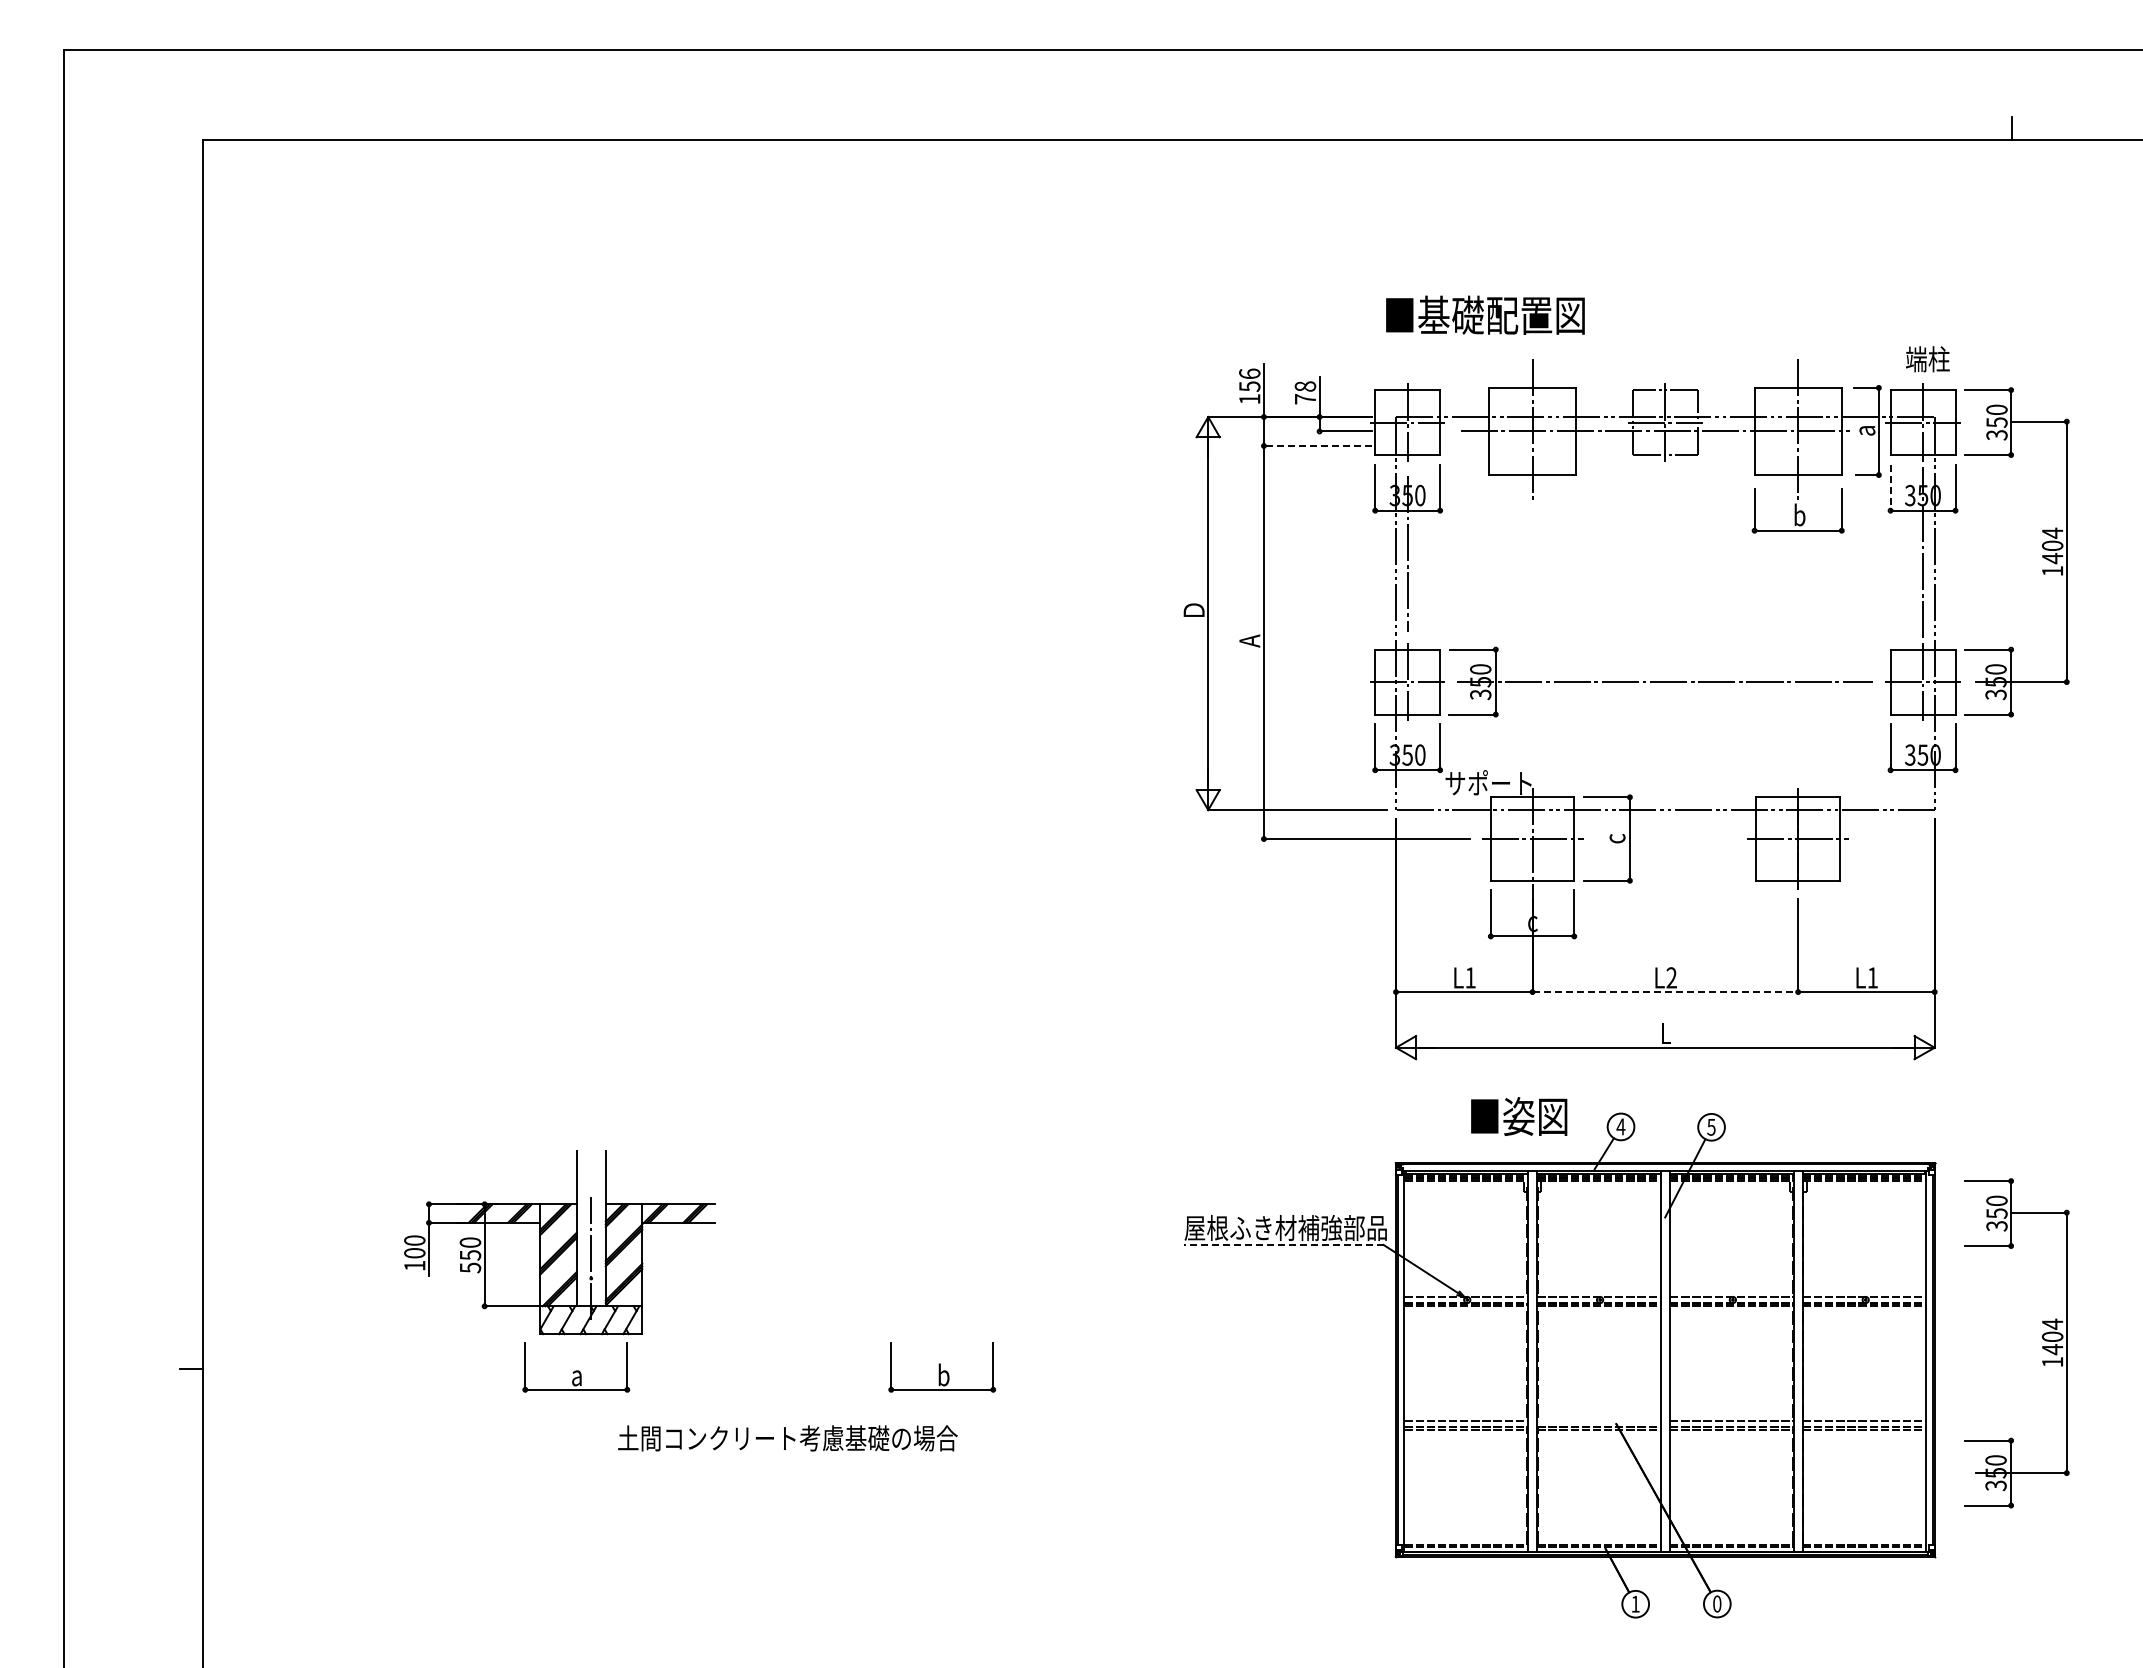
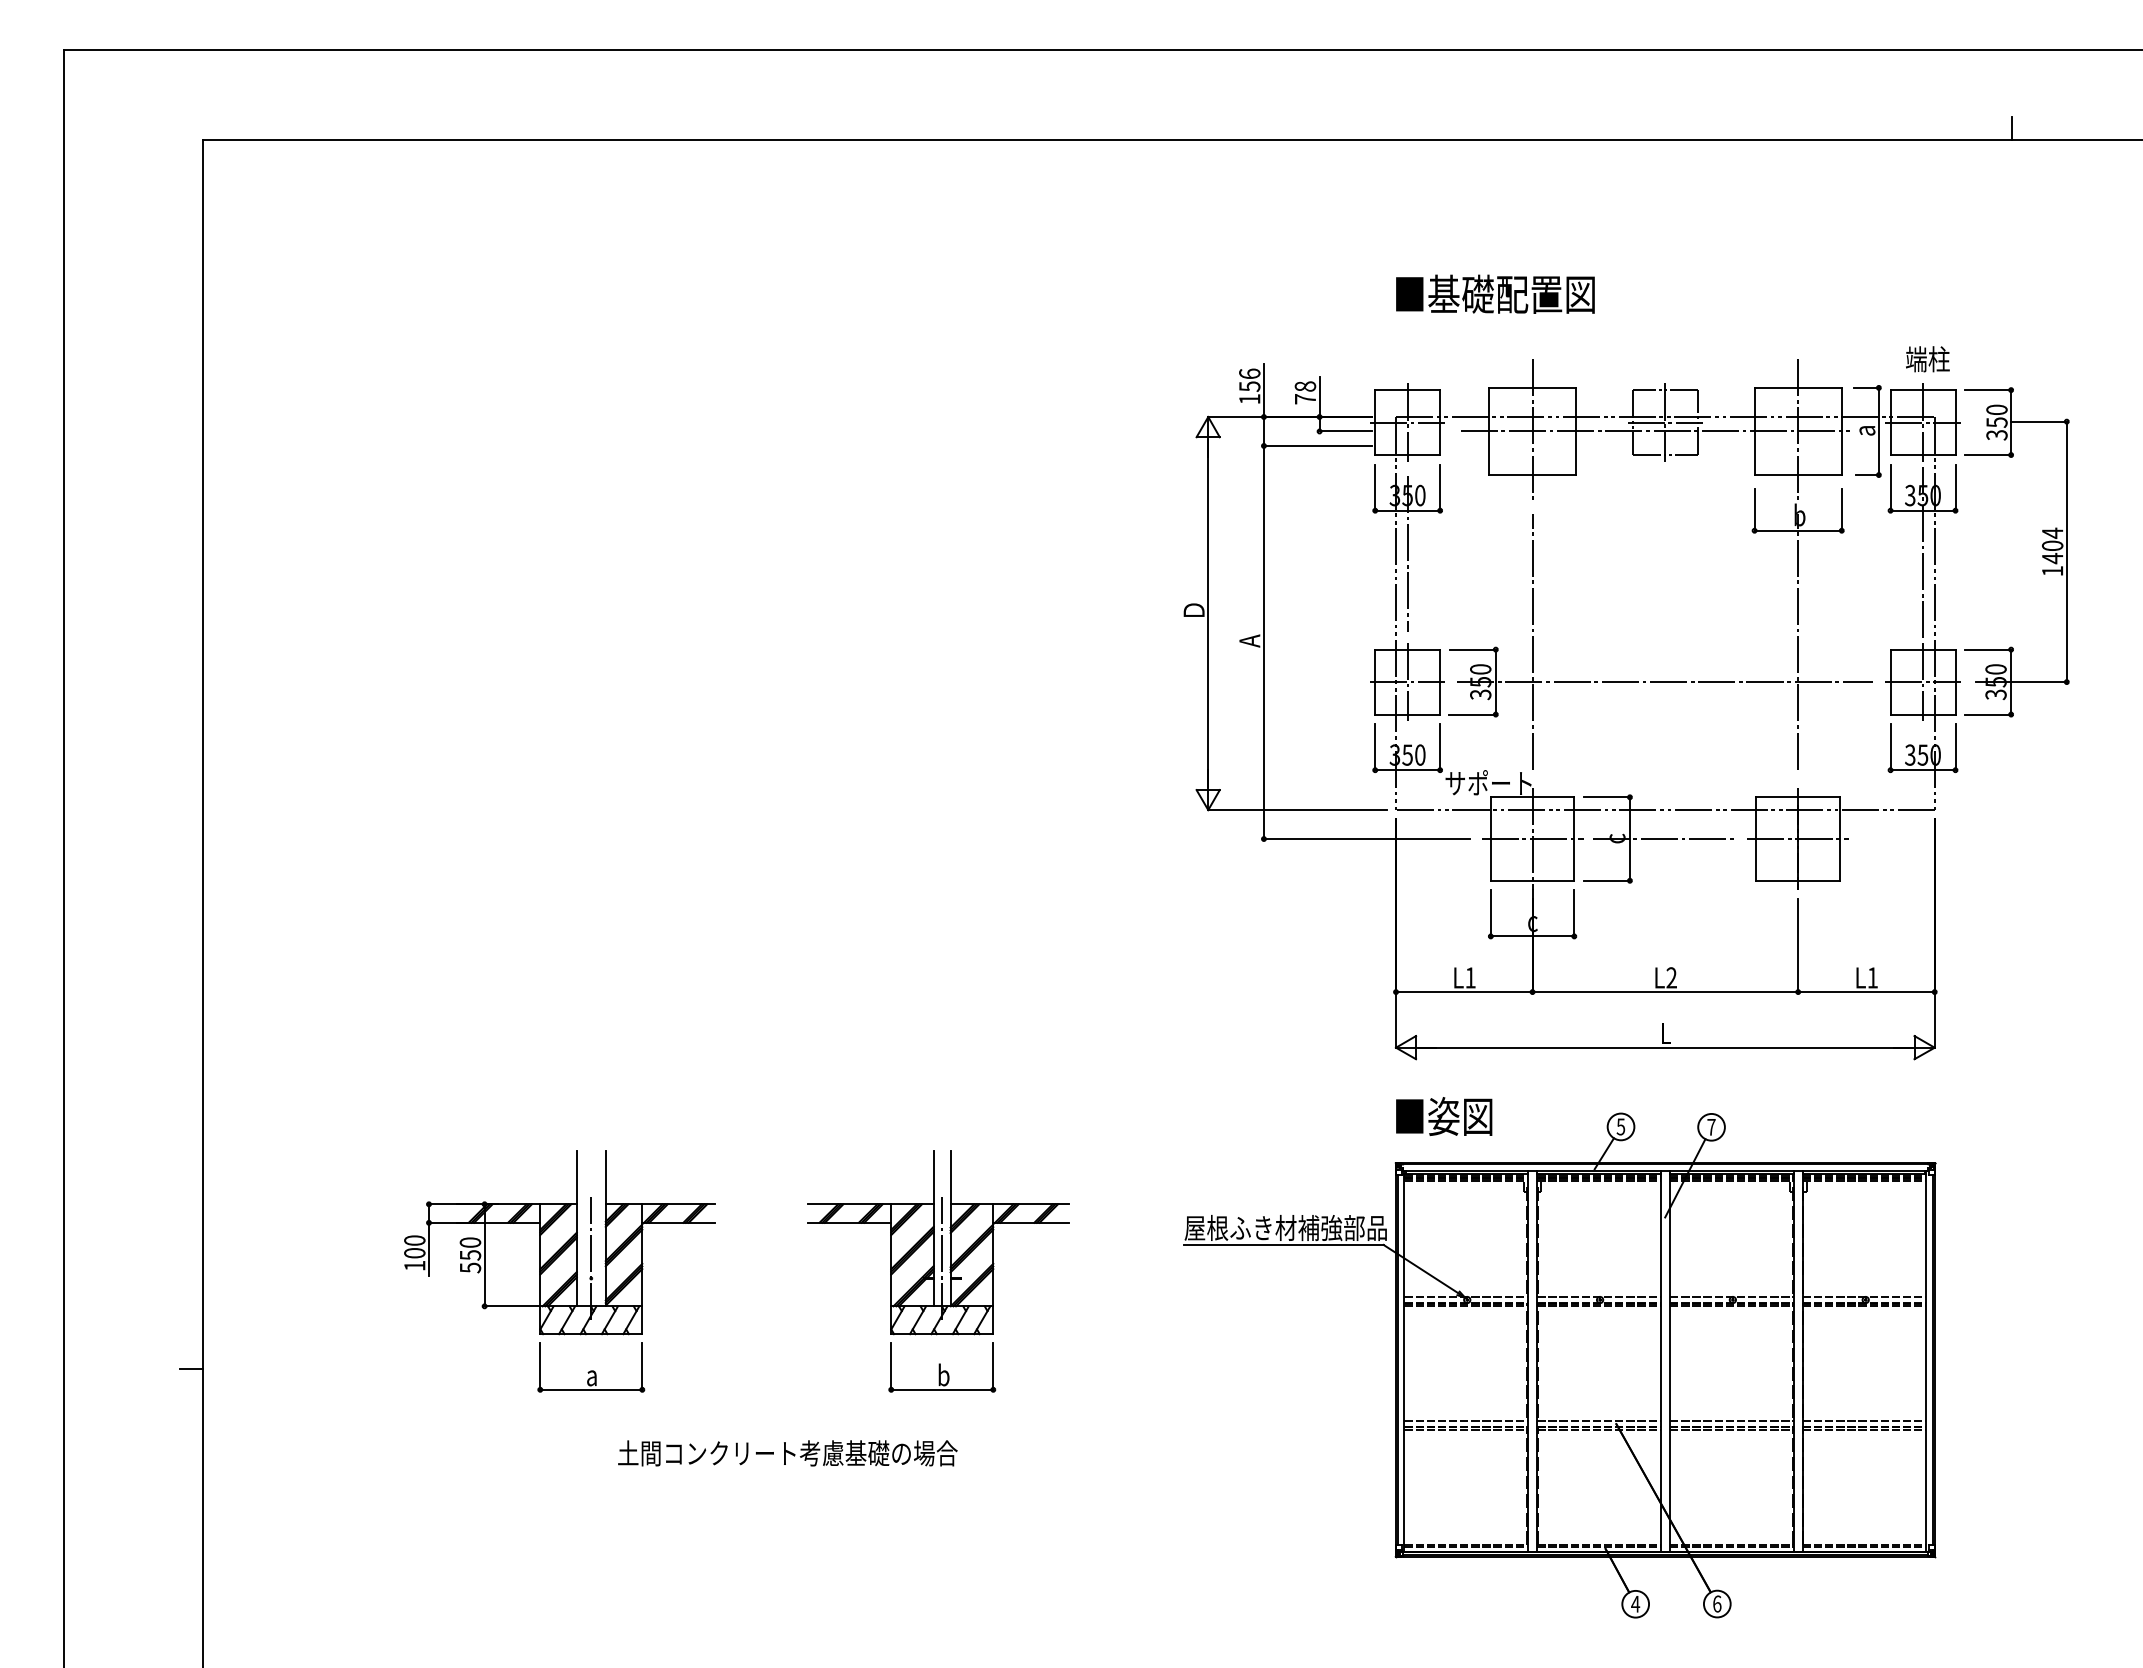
text at (1485, 314) position: (1485, 314) -> (1495, 293)
line at (1317, 445): dashed -> solid
line at (1890, 488): dashed -> solid
line at (1532, 641): none -> present
line at (1798, 641): none -> present
line at (1663, 839): none -> present
line at (1665, 992): dashed -> solid
text at (1519, 1116) position: (1519, 1116) -> (1444, 1116)
text at (1620, 1126): 4 -> 5
text at (1711, 1127): 5 -> 7
part at (938, 1242): none -> present
line at (1283, 1244): dashed -> solid
part at (2042, 1346): present -> none
part at (576, 1367) position: (576, 1367) -> (591, 1367)
line at (1598, 1420): none -> present
text at (787, 1438) position: (787, 1438) -> (787, 1453)
text at (1635, 1603): 1 -> 4
text at (1717, 1603): 0 -> 6
